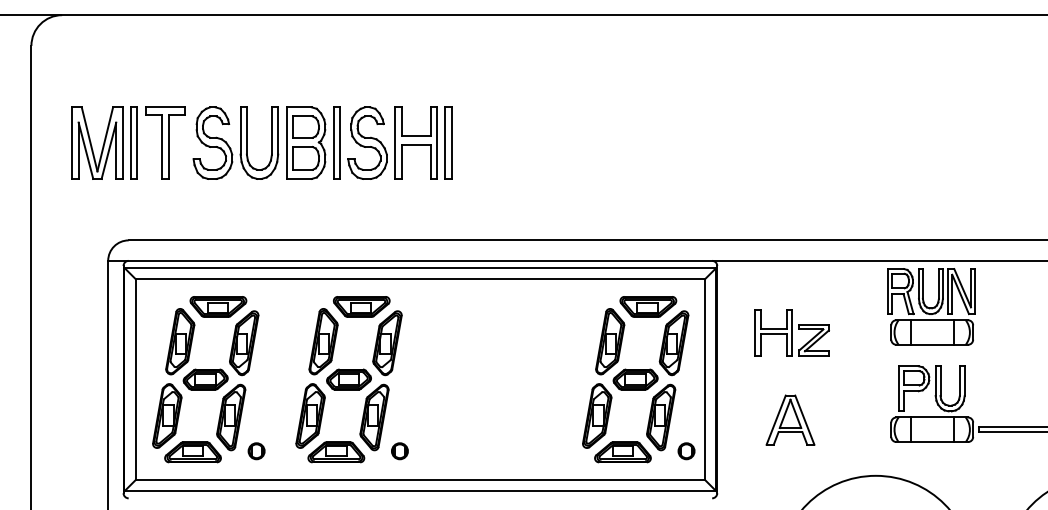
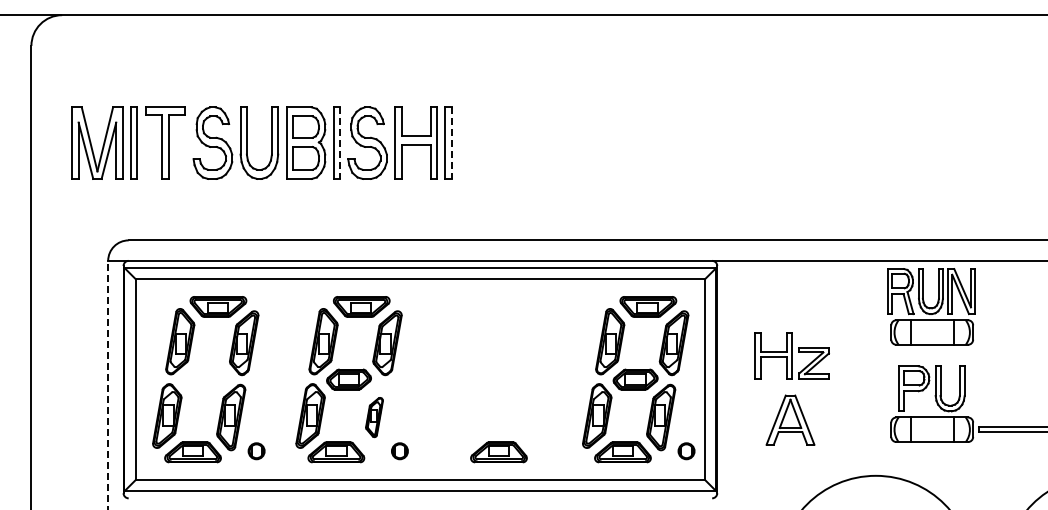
line at (339, 143): solid -> dashed
line at (451, 143): solid -> dashed
part at (791, 332) position: (791, 332) -> (791, 355)
part at (205, 379): present -> none
line at (108, 384): solid -> dashed
part at (374, 417) size: 31x69 px -> 19x42 px
part at (498, 452): none -> present
